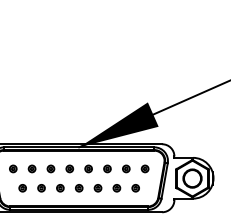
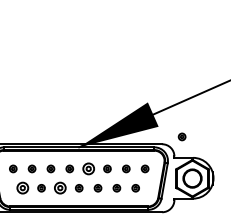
part at (181, 136): none -> present
part at (88, 168) size: 9x10 px -> 13x14 px
part at (22, 188) size: 9x9 px -> 14x14 px
part at (60, 188) size: 9x9 px -> 13x14 px
